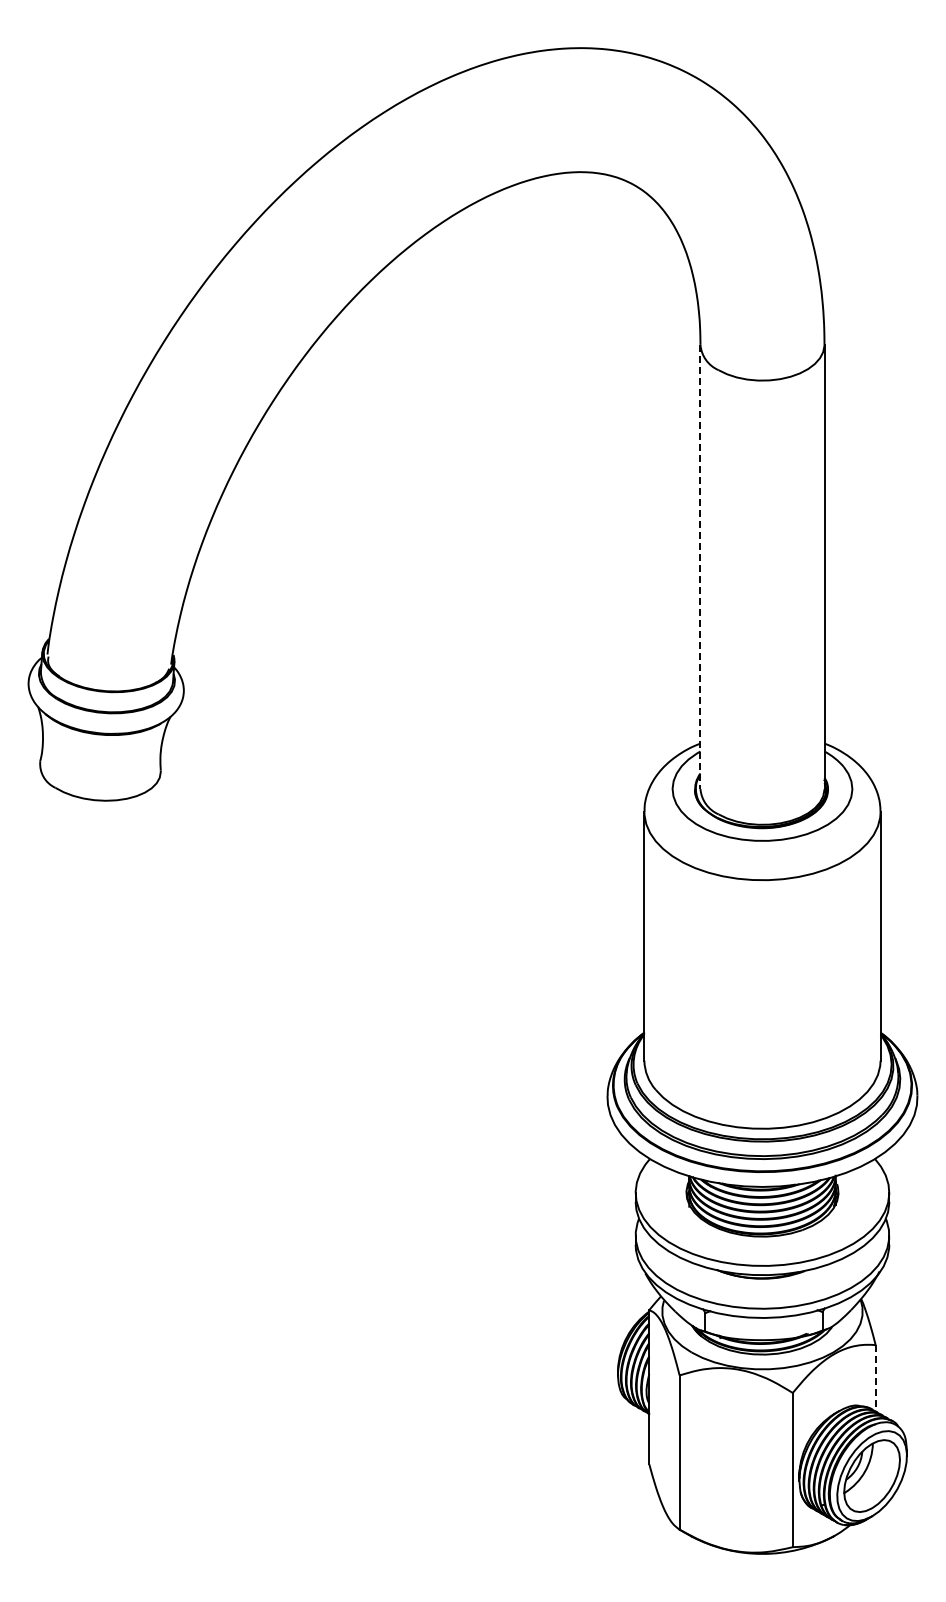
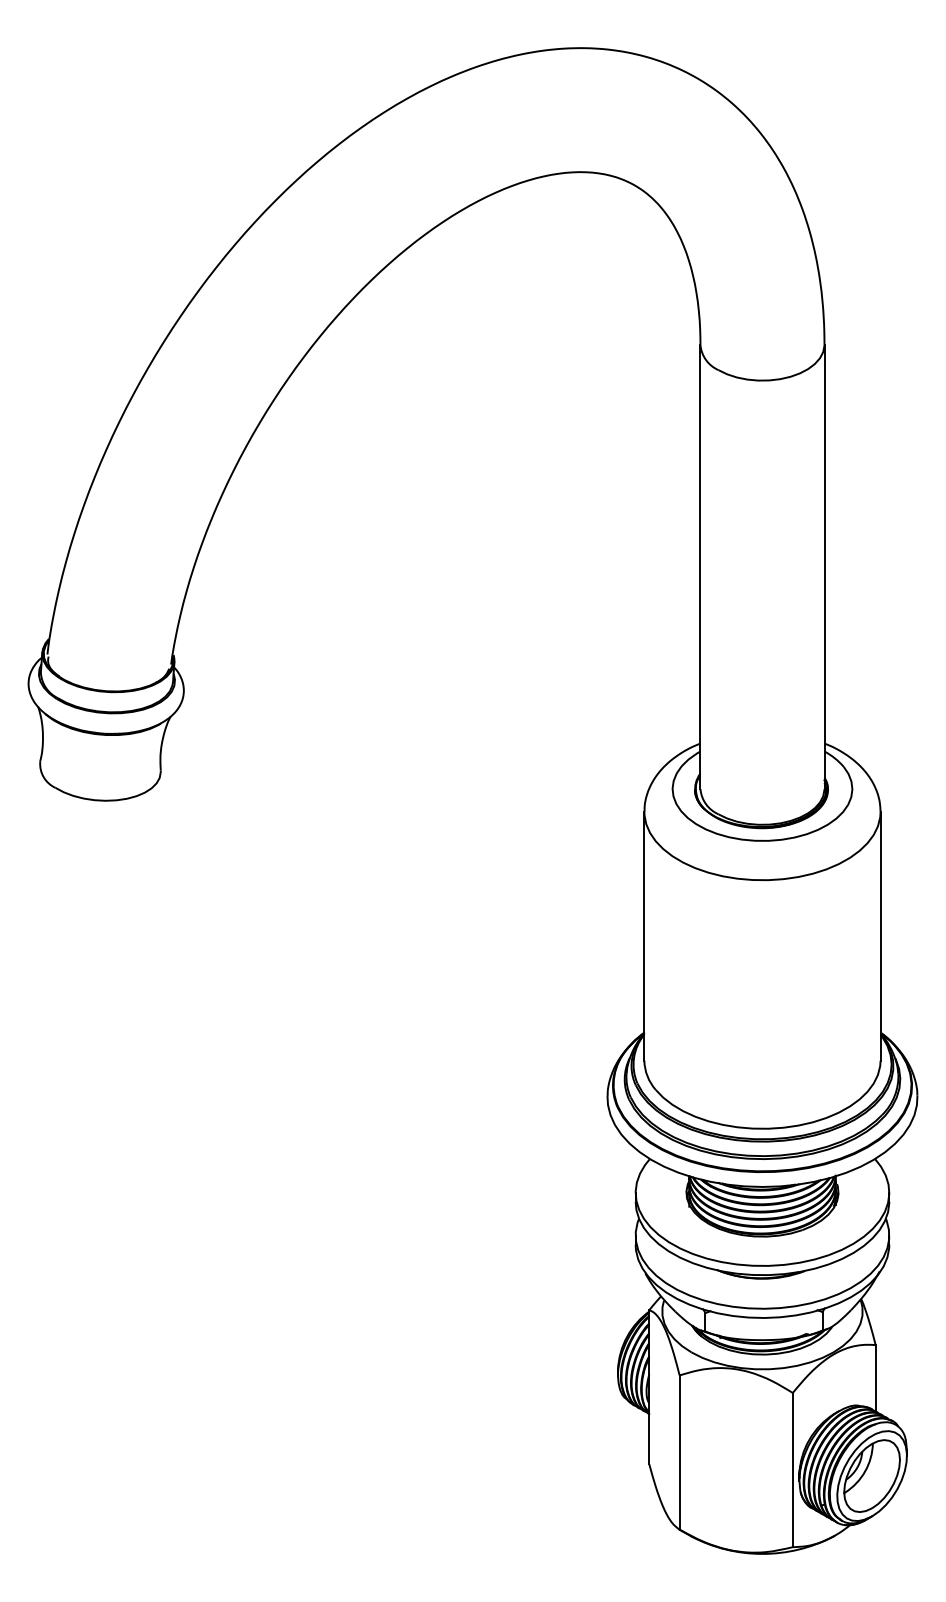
line at (700, 567): dashed -> solid
line at (875, 1379): dashed -> solid
